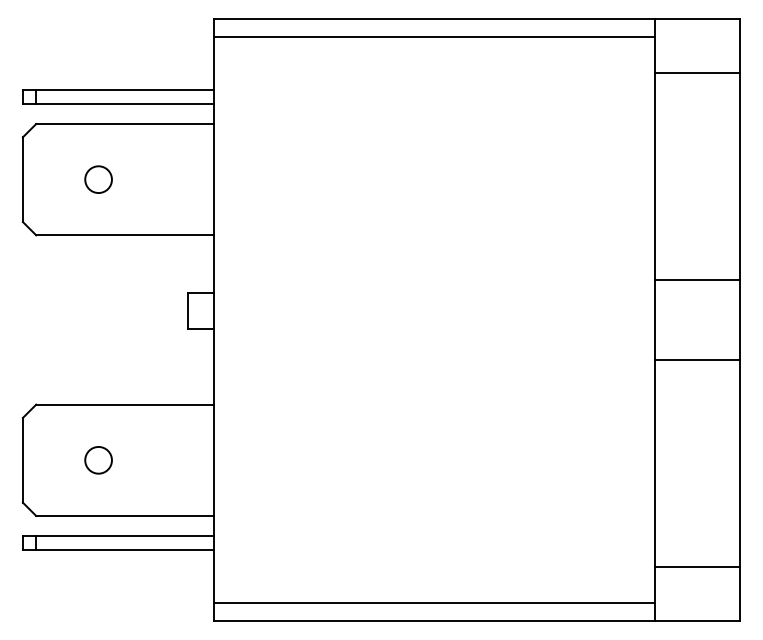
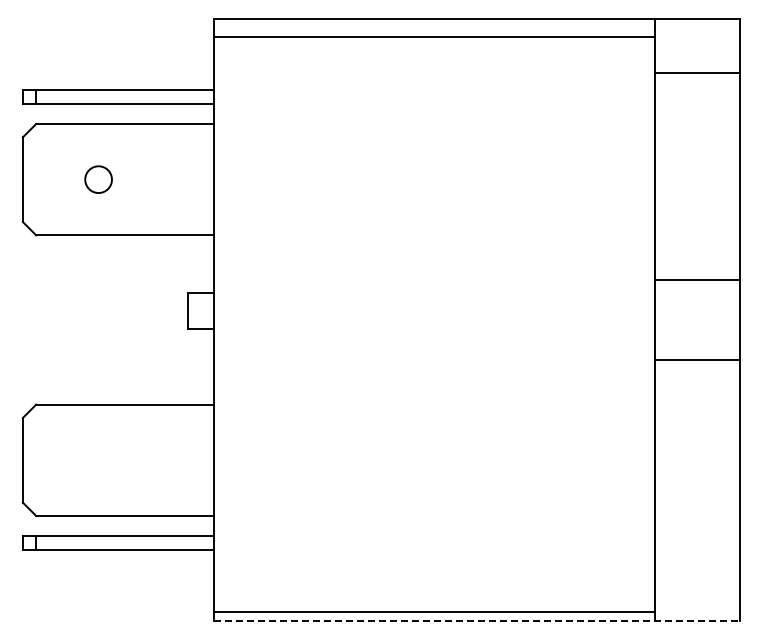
circle at (98, 460): present -> none
line at (697, 567): present -> none
line at (434, 602) position: (434, 602) -> (434, 611)
line at (477, 620): solid -> dashed
